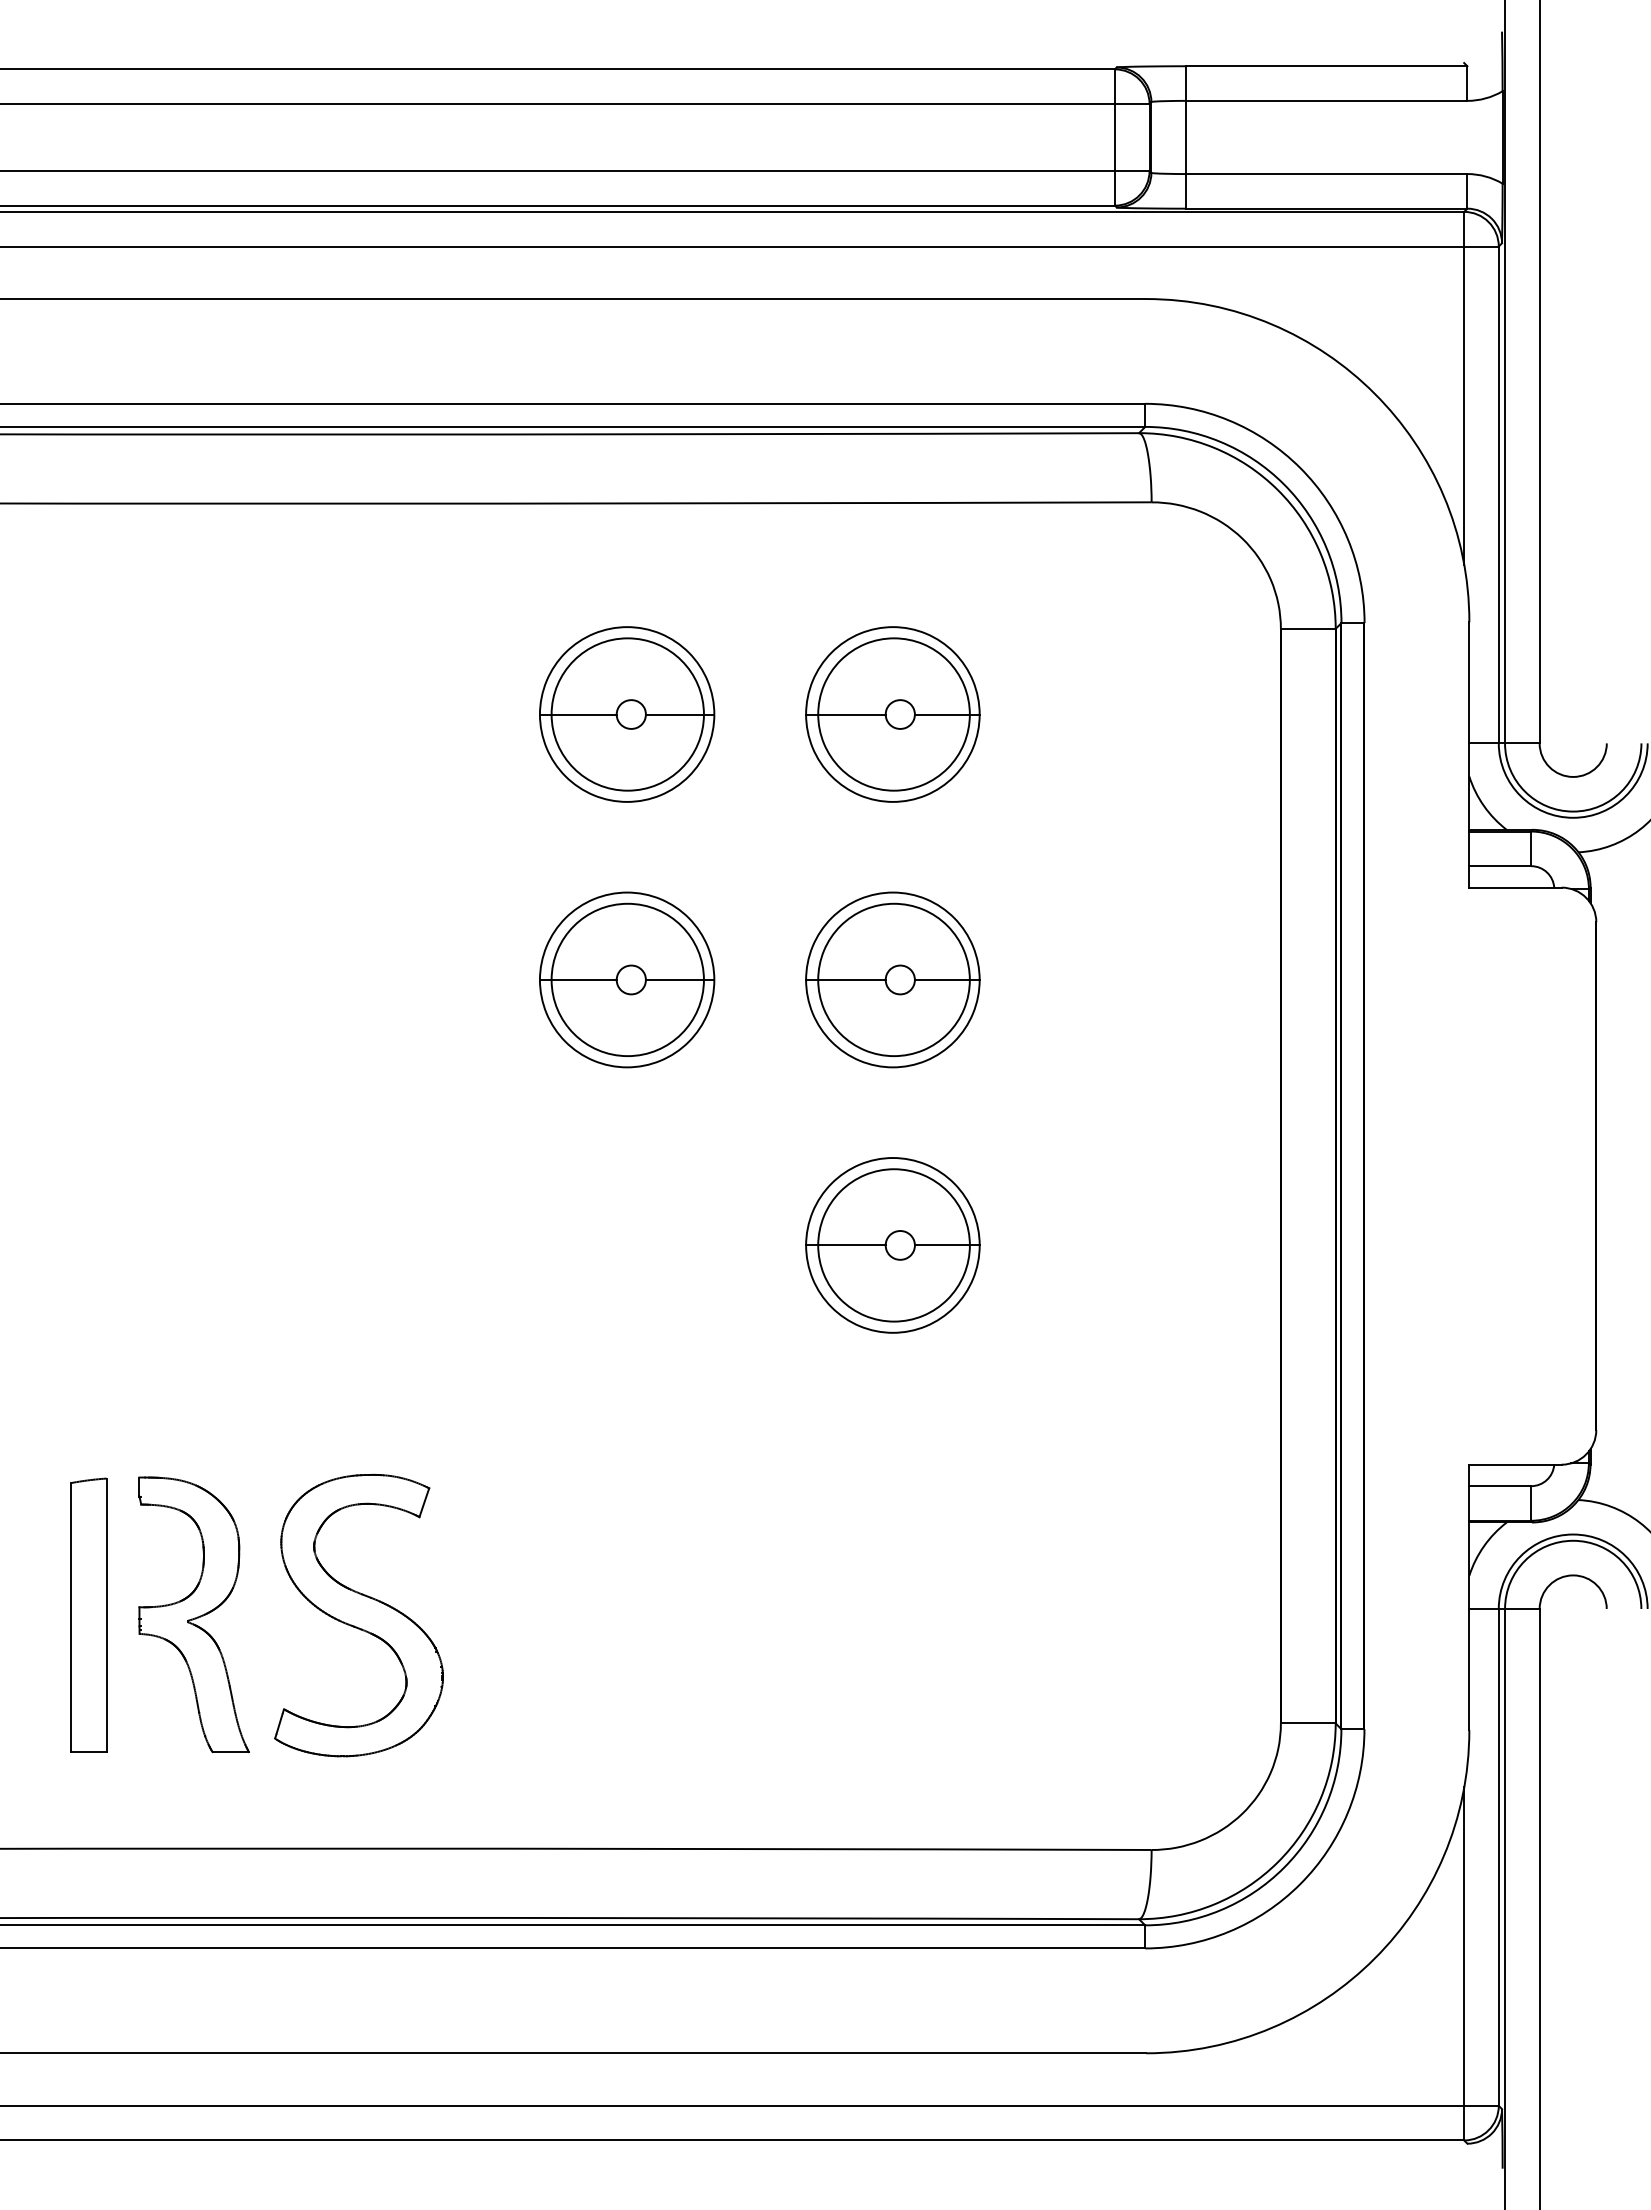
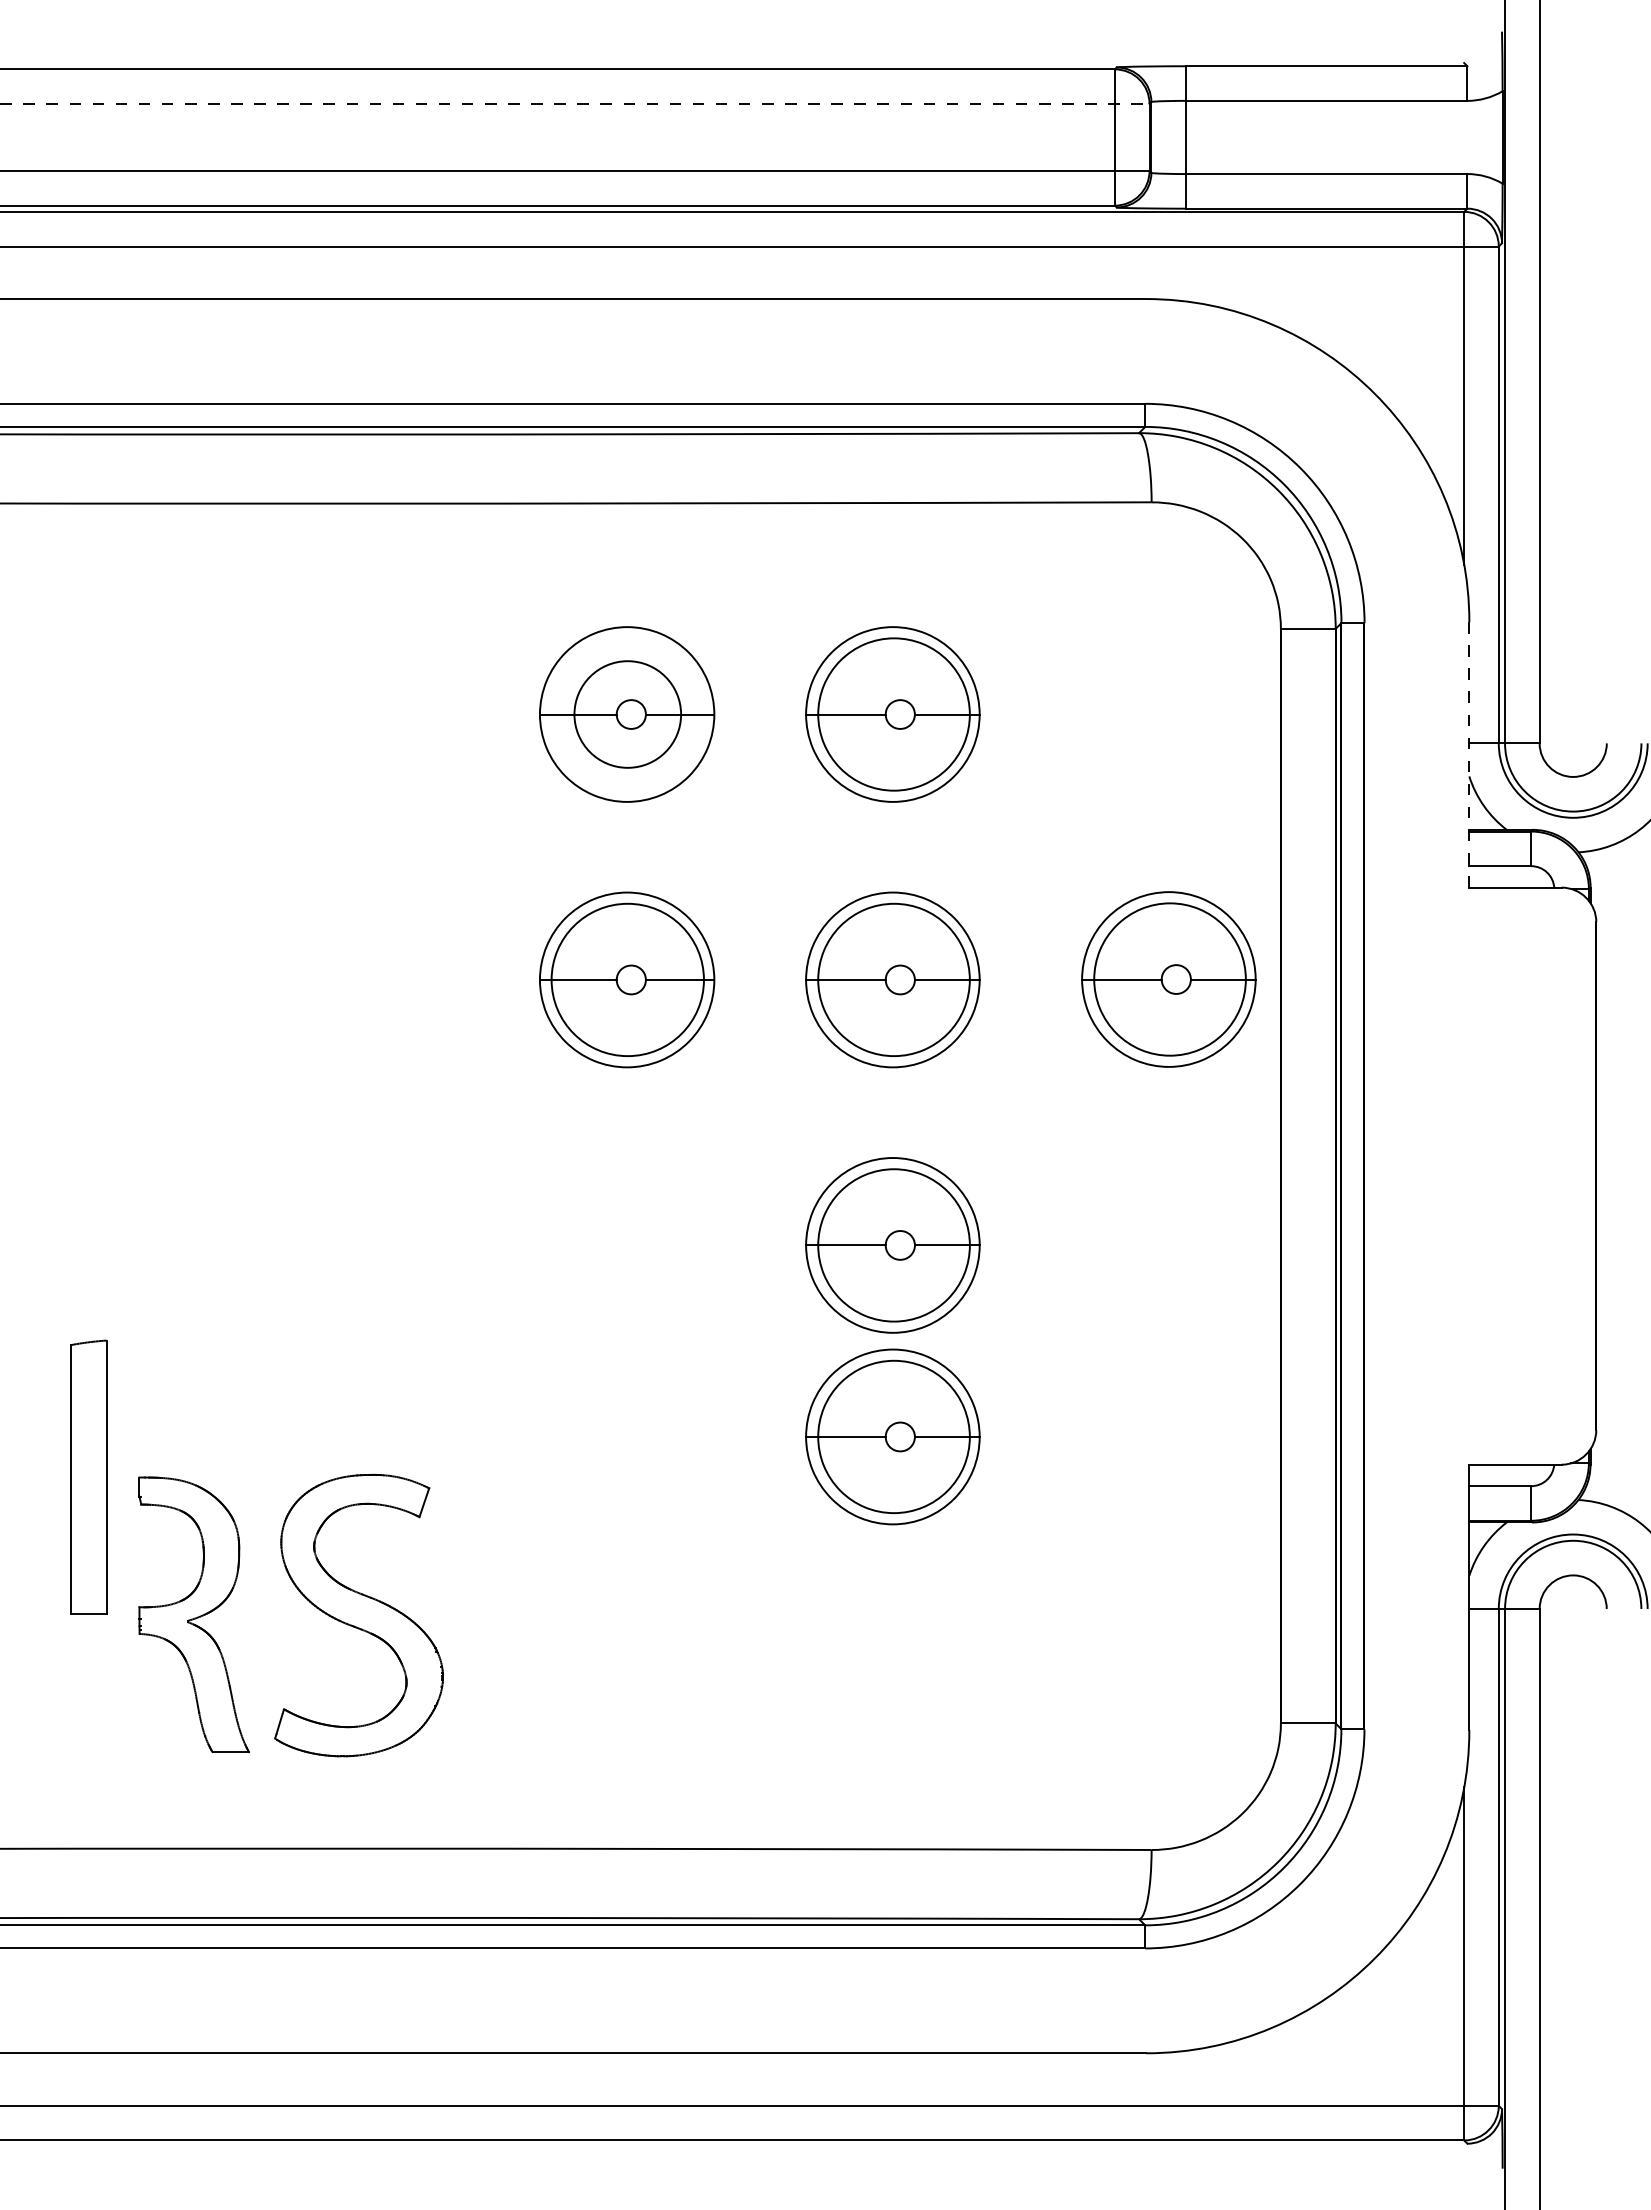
line at (574, 103): solid -> dashed
circle at (627, 714) diameter: 152 px -> 107 px
line at (1469, 754): solid -> dashed
part at (1168, 979): none -> present
part at (892, 1436): none -> present
part at (88, 1614) position: (88, 1614) -> (88, 1476)
